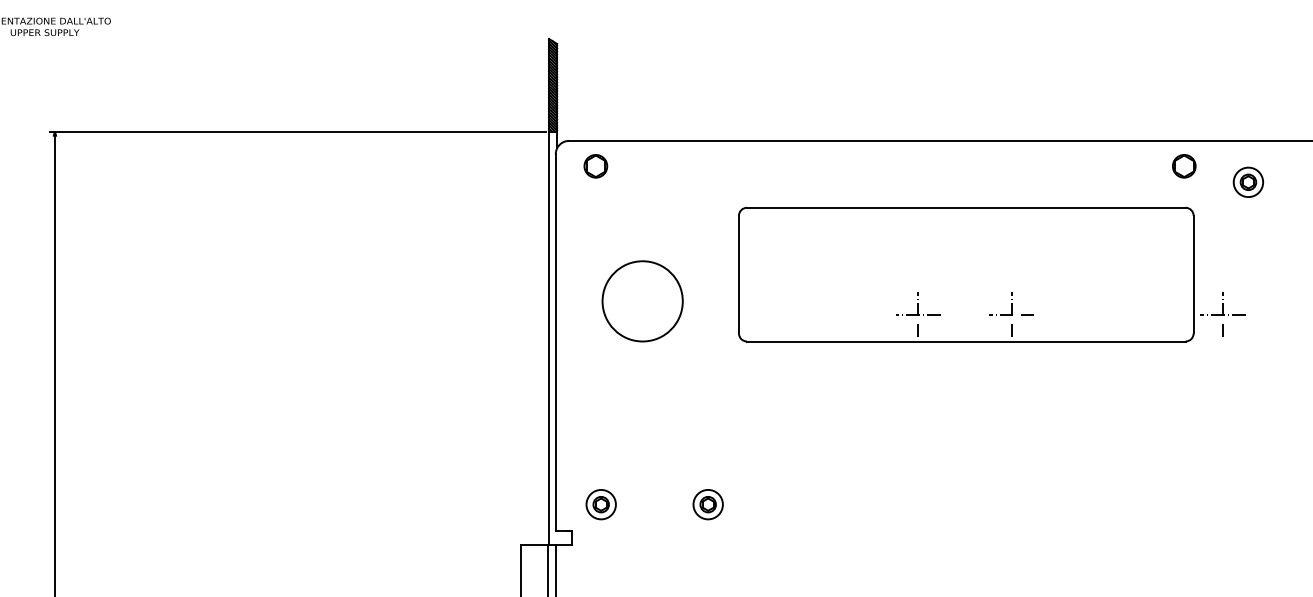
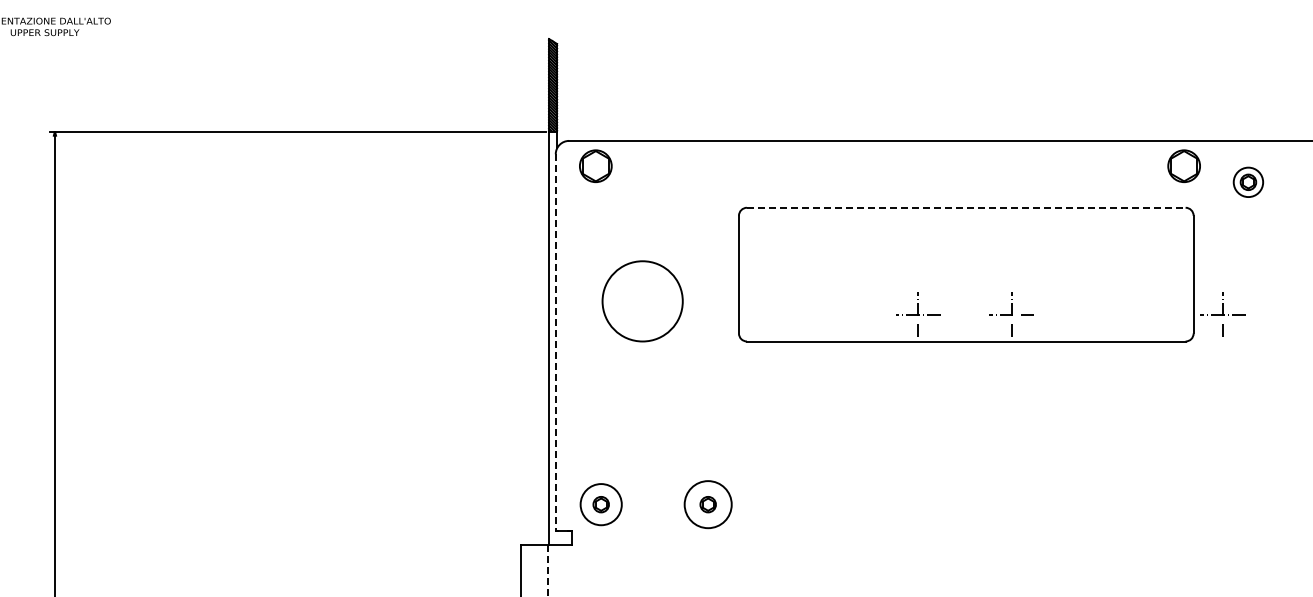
part at (595, 166) size: 26x25 px -> 34x34 px
part at (1184, 166) size: 25x25 px -> 34x34 px
line at (966, 207): solid -> dashed
line at (555, 342): solid -> dashed
circle at (600, 504) diameter: 29 px -> 41 px
circle at (707, 504) diameter: 29 px -> 47 px
line at (555, 568): present -> none
line at (547, 570): solid -> dashed
